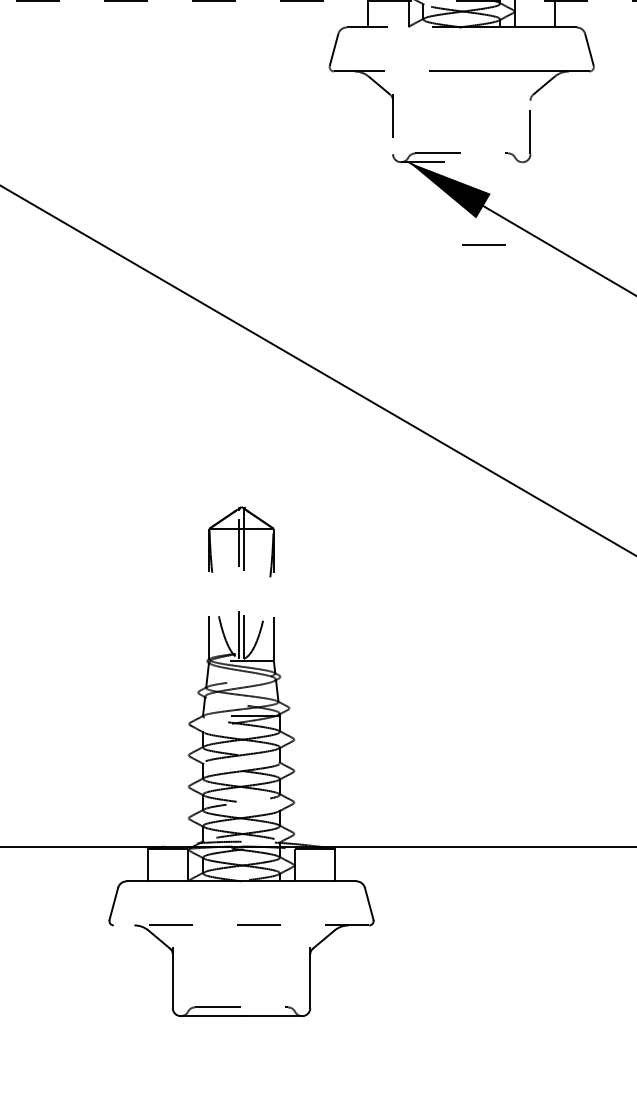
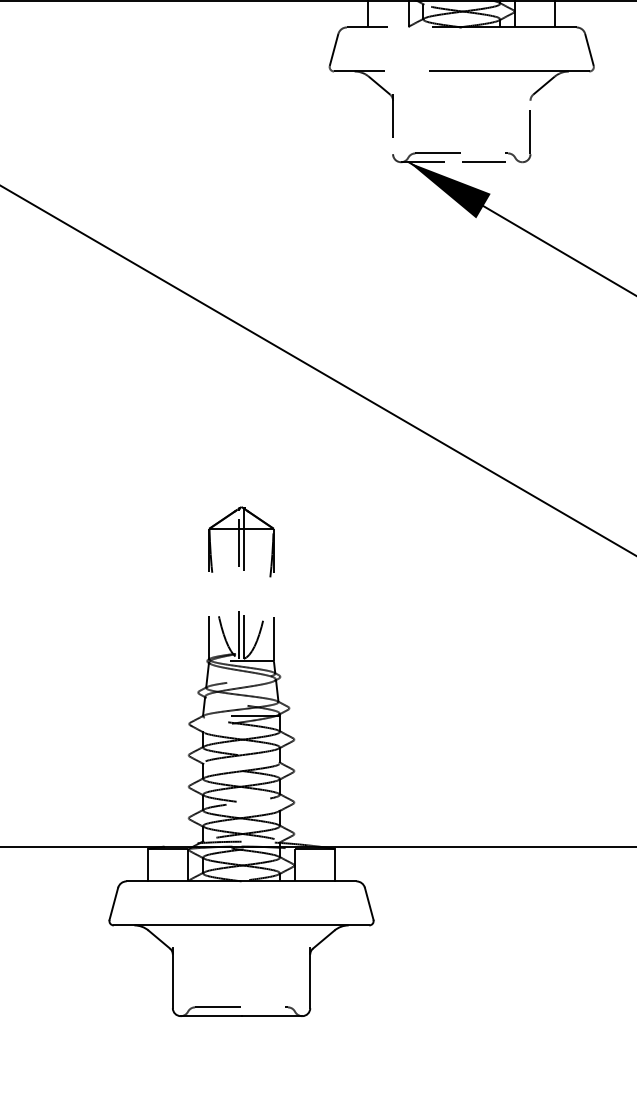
line at (318, 1): dashed -> solid
line at (483, 244) position: (483, 244) -> (483, 161)
line at (241, 925): dashed -> solid
